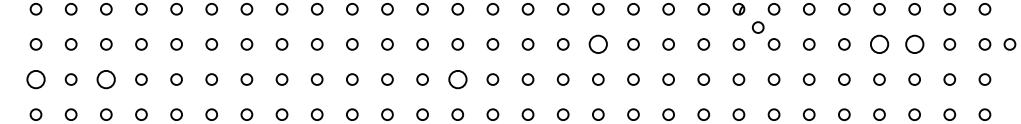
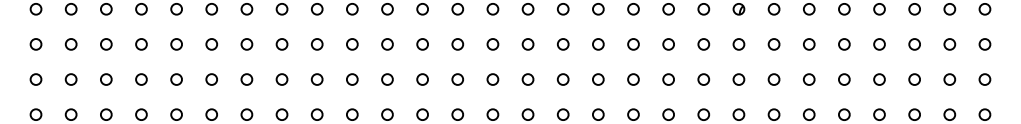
circle at (757, 27): present -> none
circle at (597, 43) size: 20x20 px -> 13x13 px
circle at (879, 43) size: 20x20 px -> 13x13 px
circle at (914, 43) size: 20x20 px -> 13x13 px
circle at (1009, 44): present -> none
circle at (35, 79) size: 20x20 px -> 14x13 px
circle at (105, 79) size: 20x20 px -> 13x13 px
circle at (457, 79) size: 20x20 px -> 13x13 px
